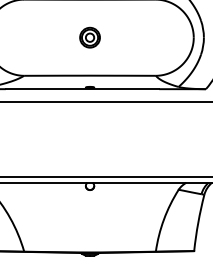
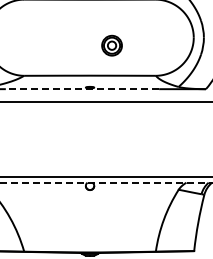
part at (89, 37) position: (89, 37) -> (111, 45)
line at (82, 89): solid -> dashed
line at (106, 182): solid -> dashed
